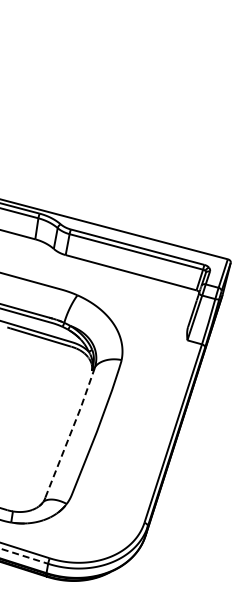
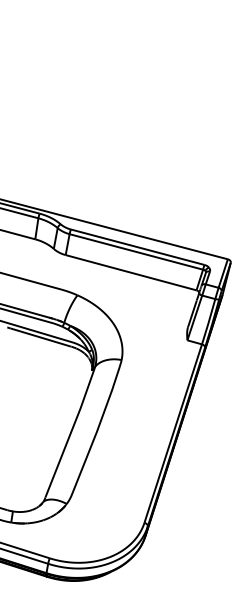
line at (71, 432): dashed -> solid
line at (24, 556): dashed -> solid
